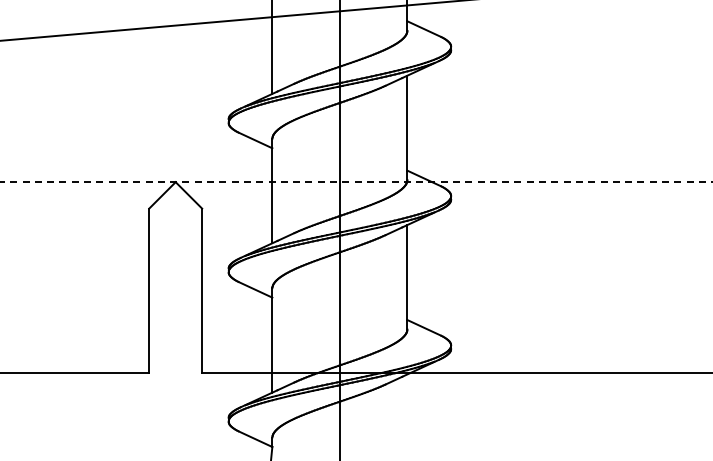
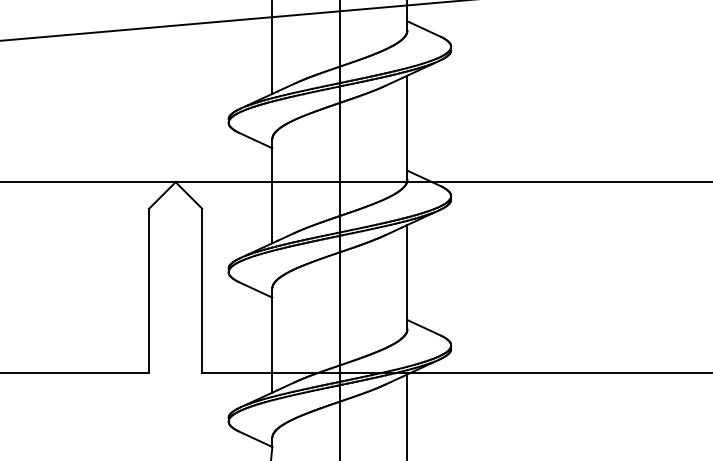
line at (356, 182): dashed -> solid
line at (407, 415): none -> present
